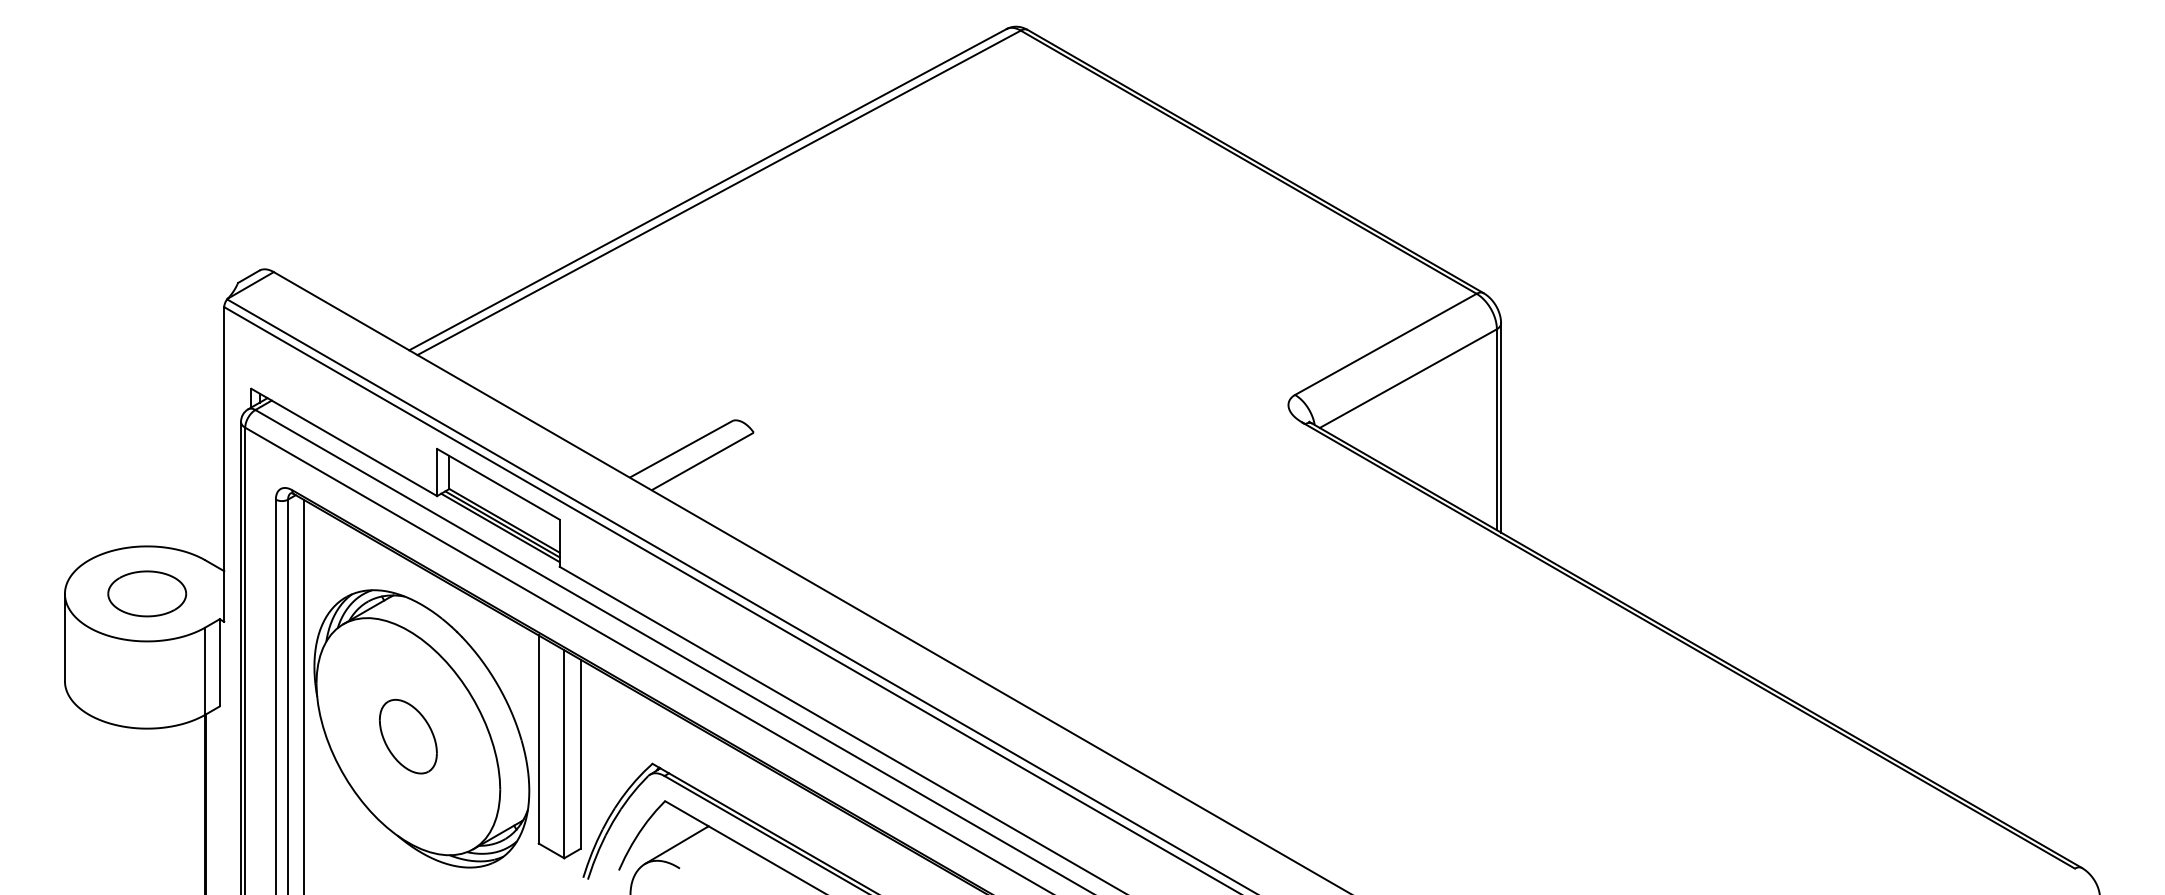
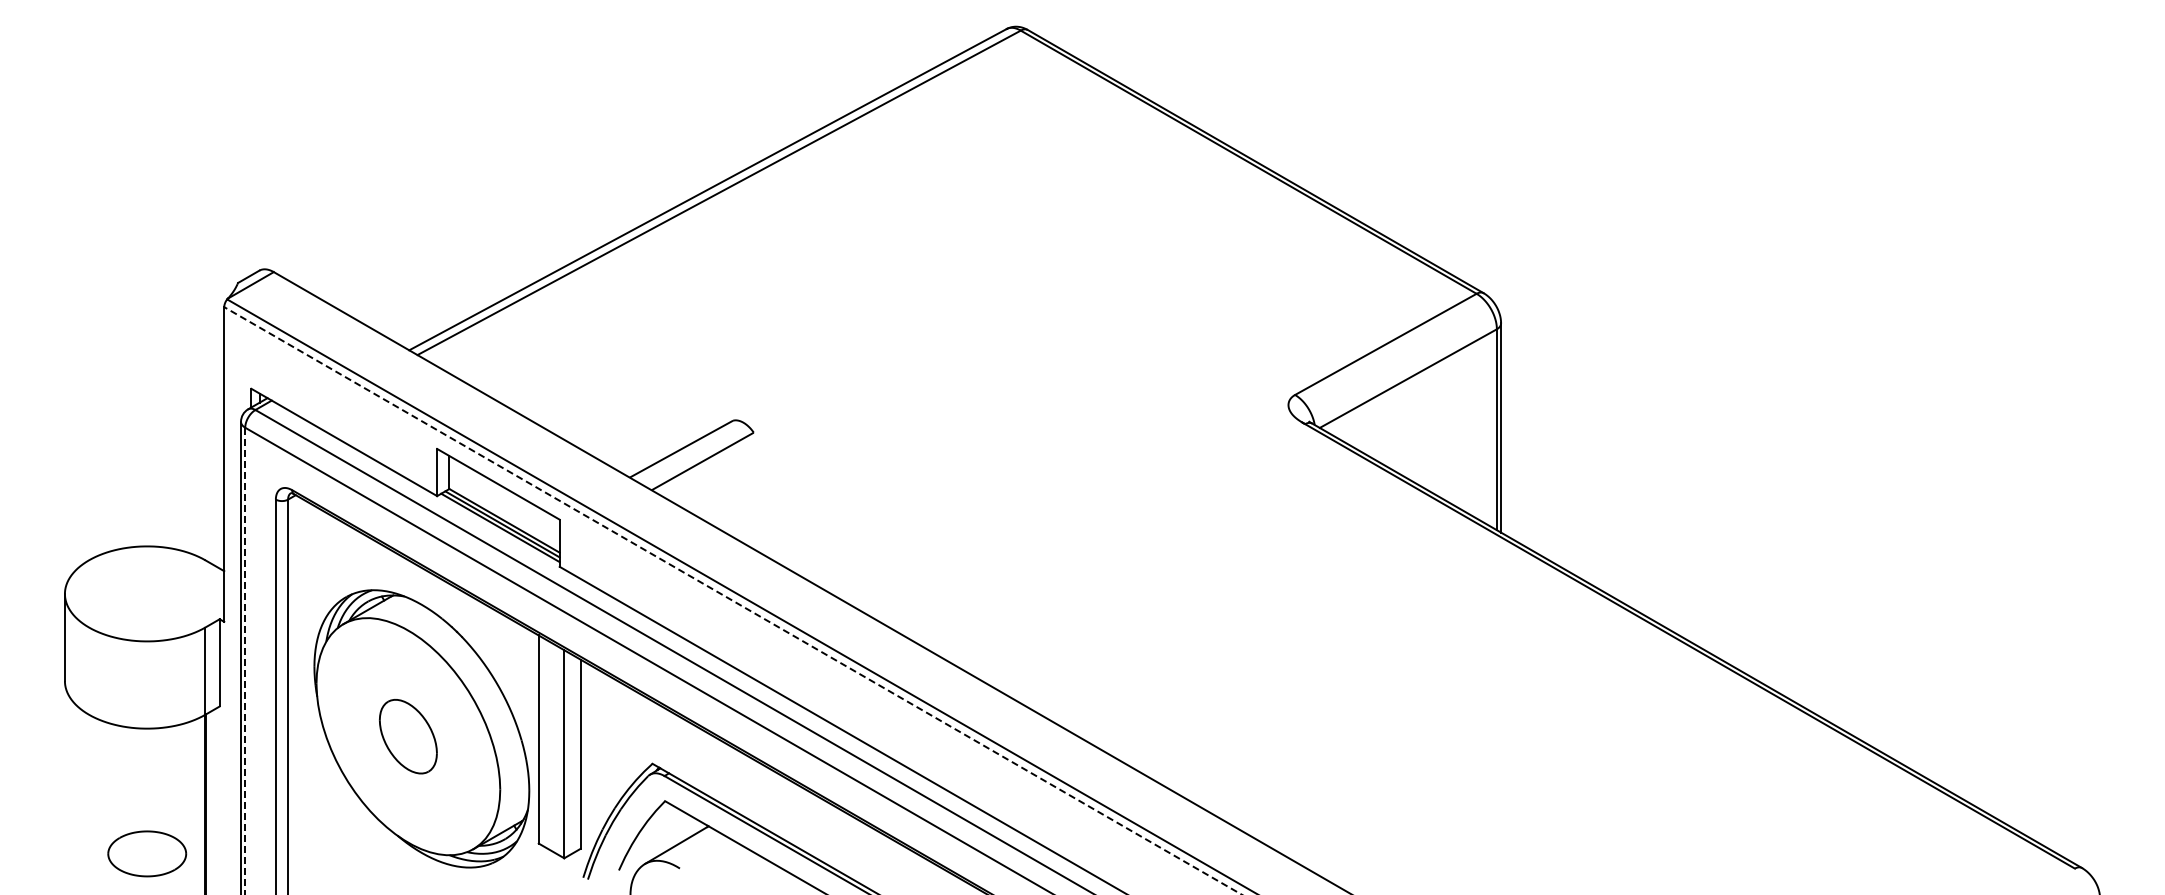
part at (147, 593) position: (147, 593) -> (147, 853)
line at (733, 601): solid -> dashed
line at (245, 661): solid -> dashed
line at (304, 695): present -> none
